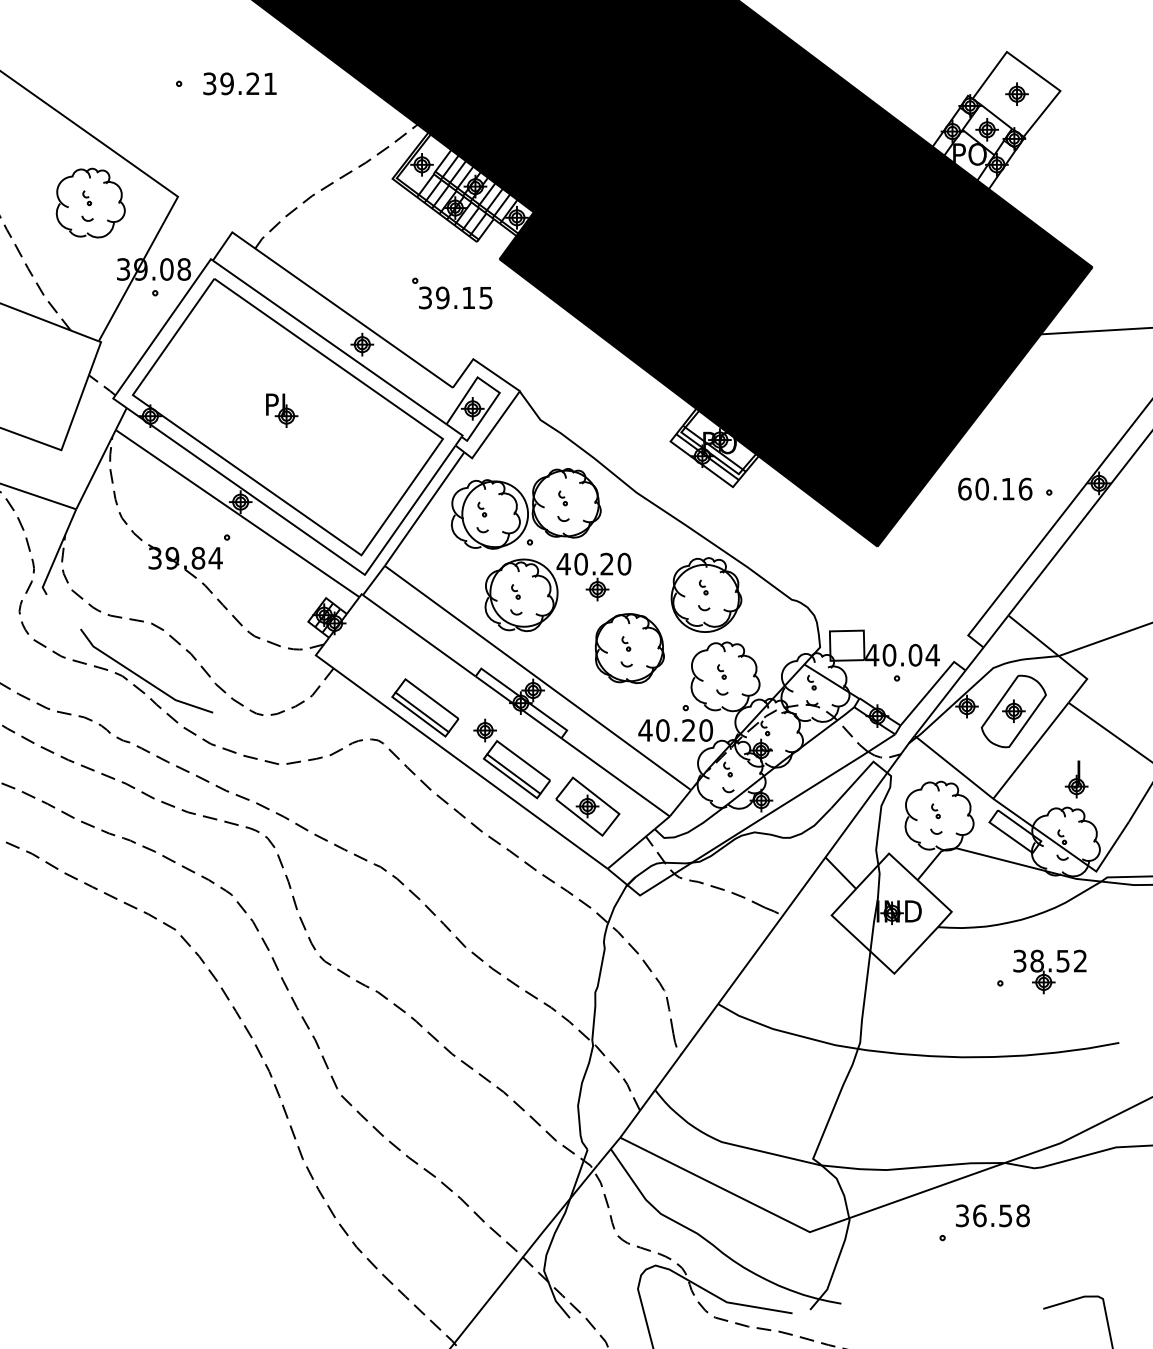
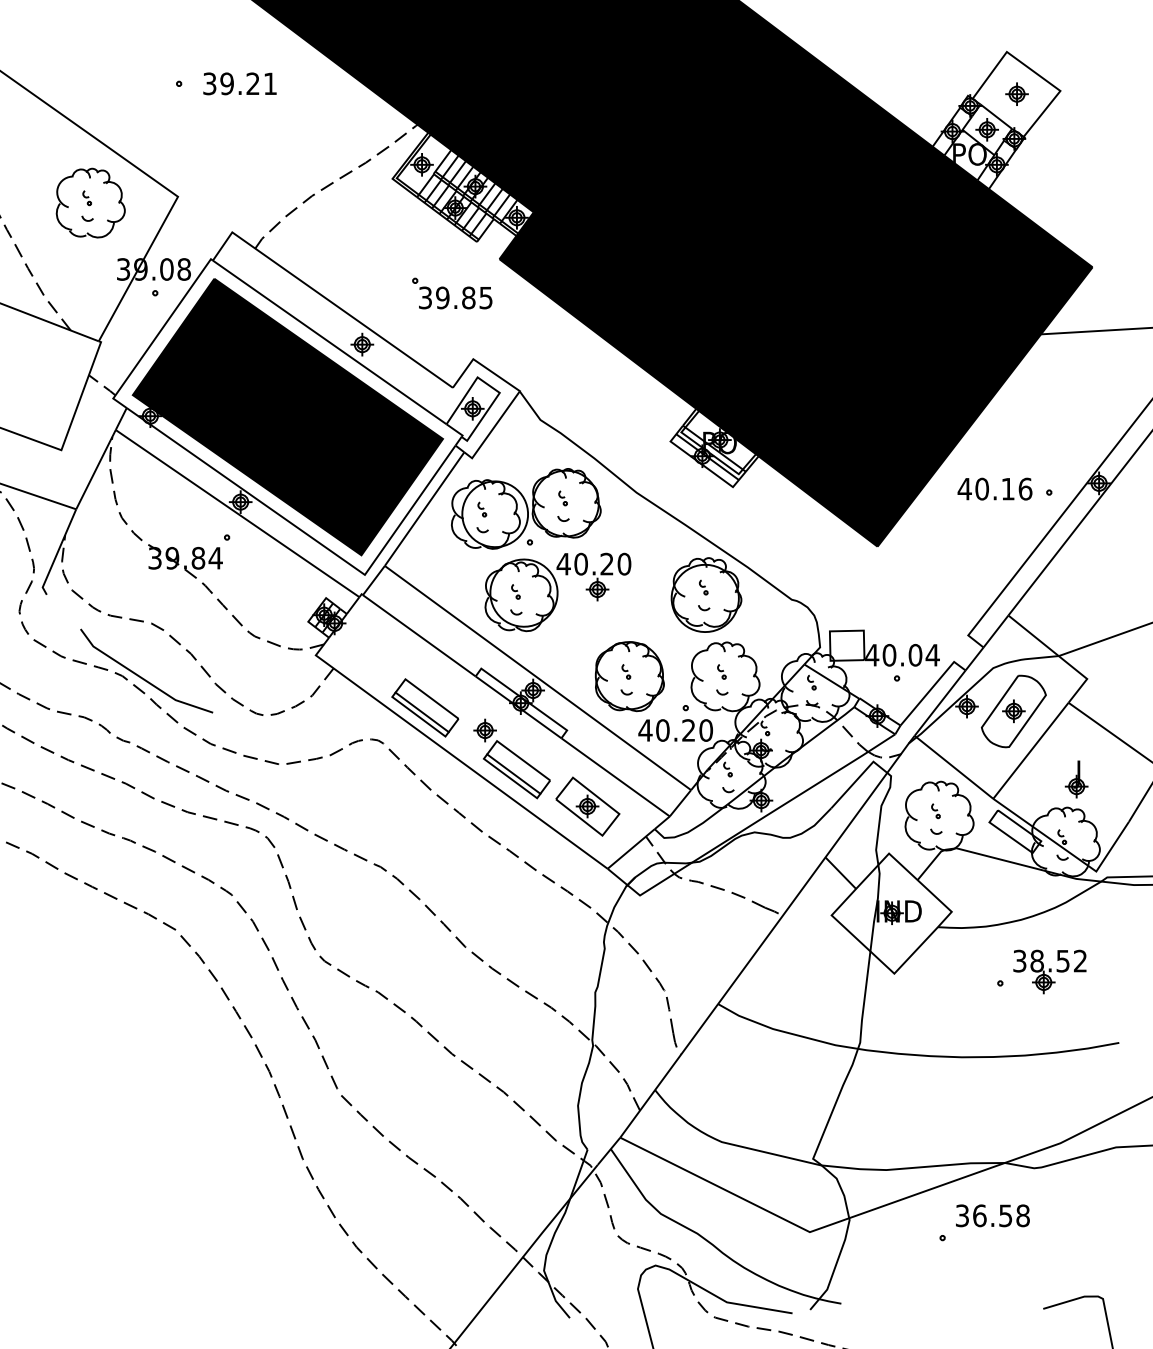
text at (468, 297): 39.15 -> 39.85
fill at (287, 416): none -> present
text at (964, 488): 60.16 -> 40.16
part at (629, 648) position: (629, 648) -> (629, 676)
